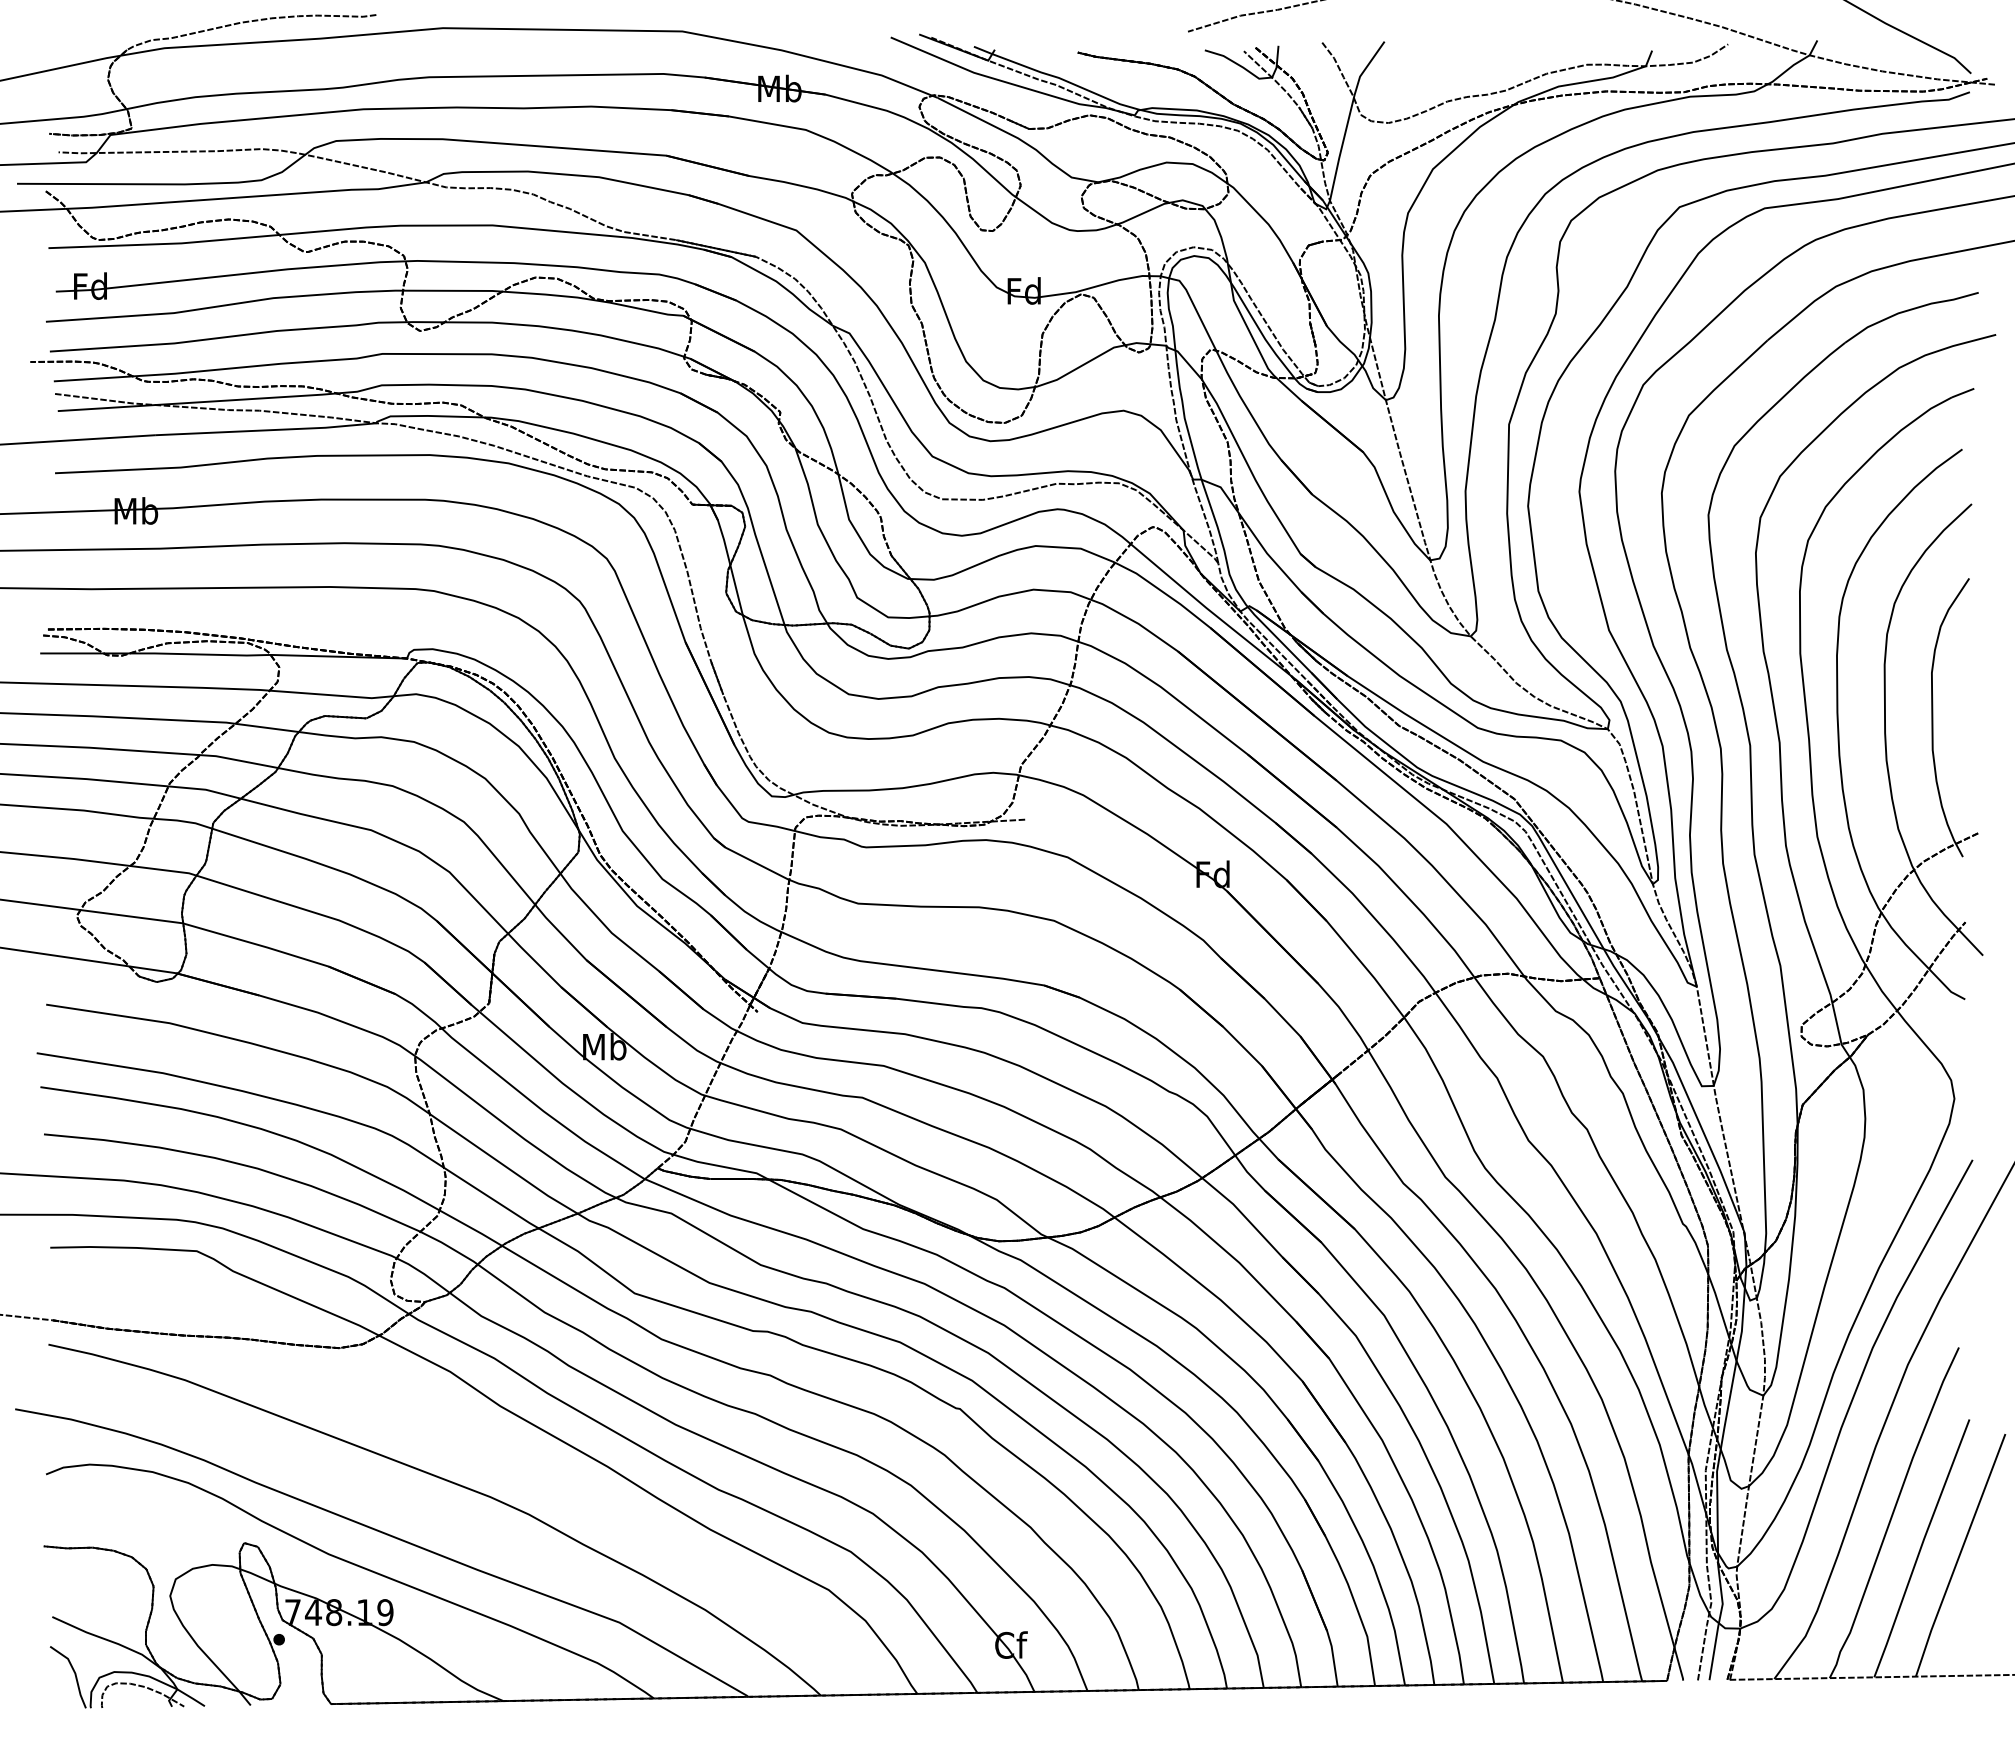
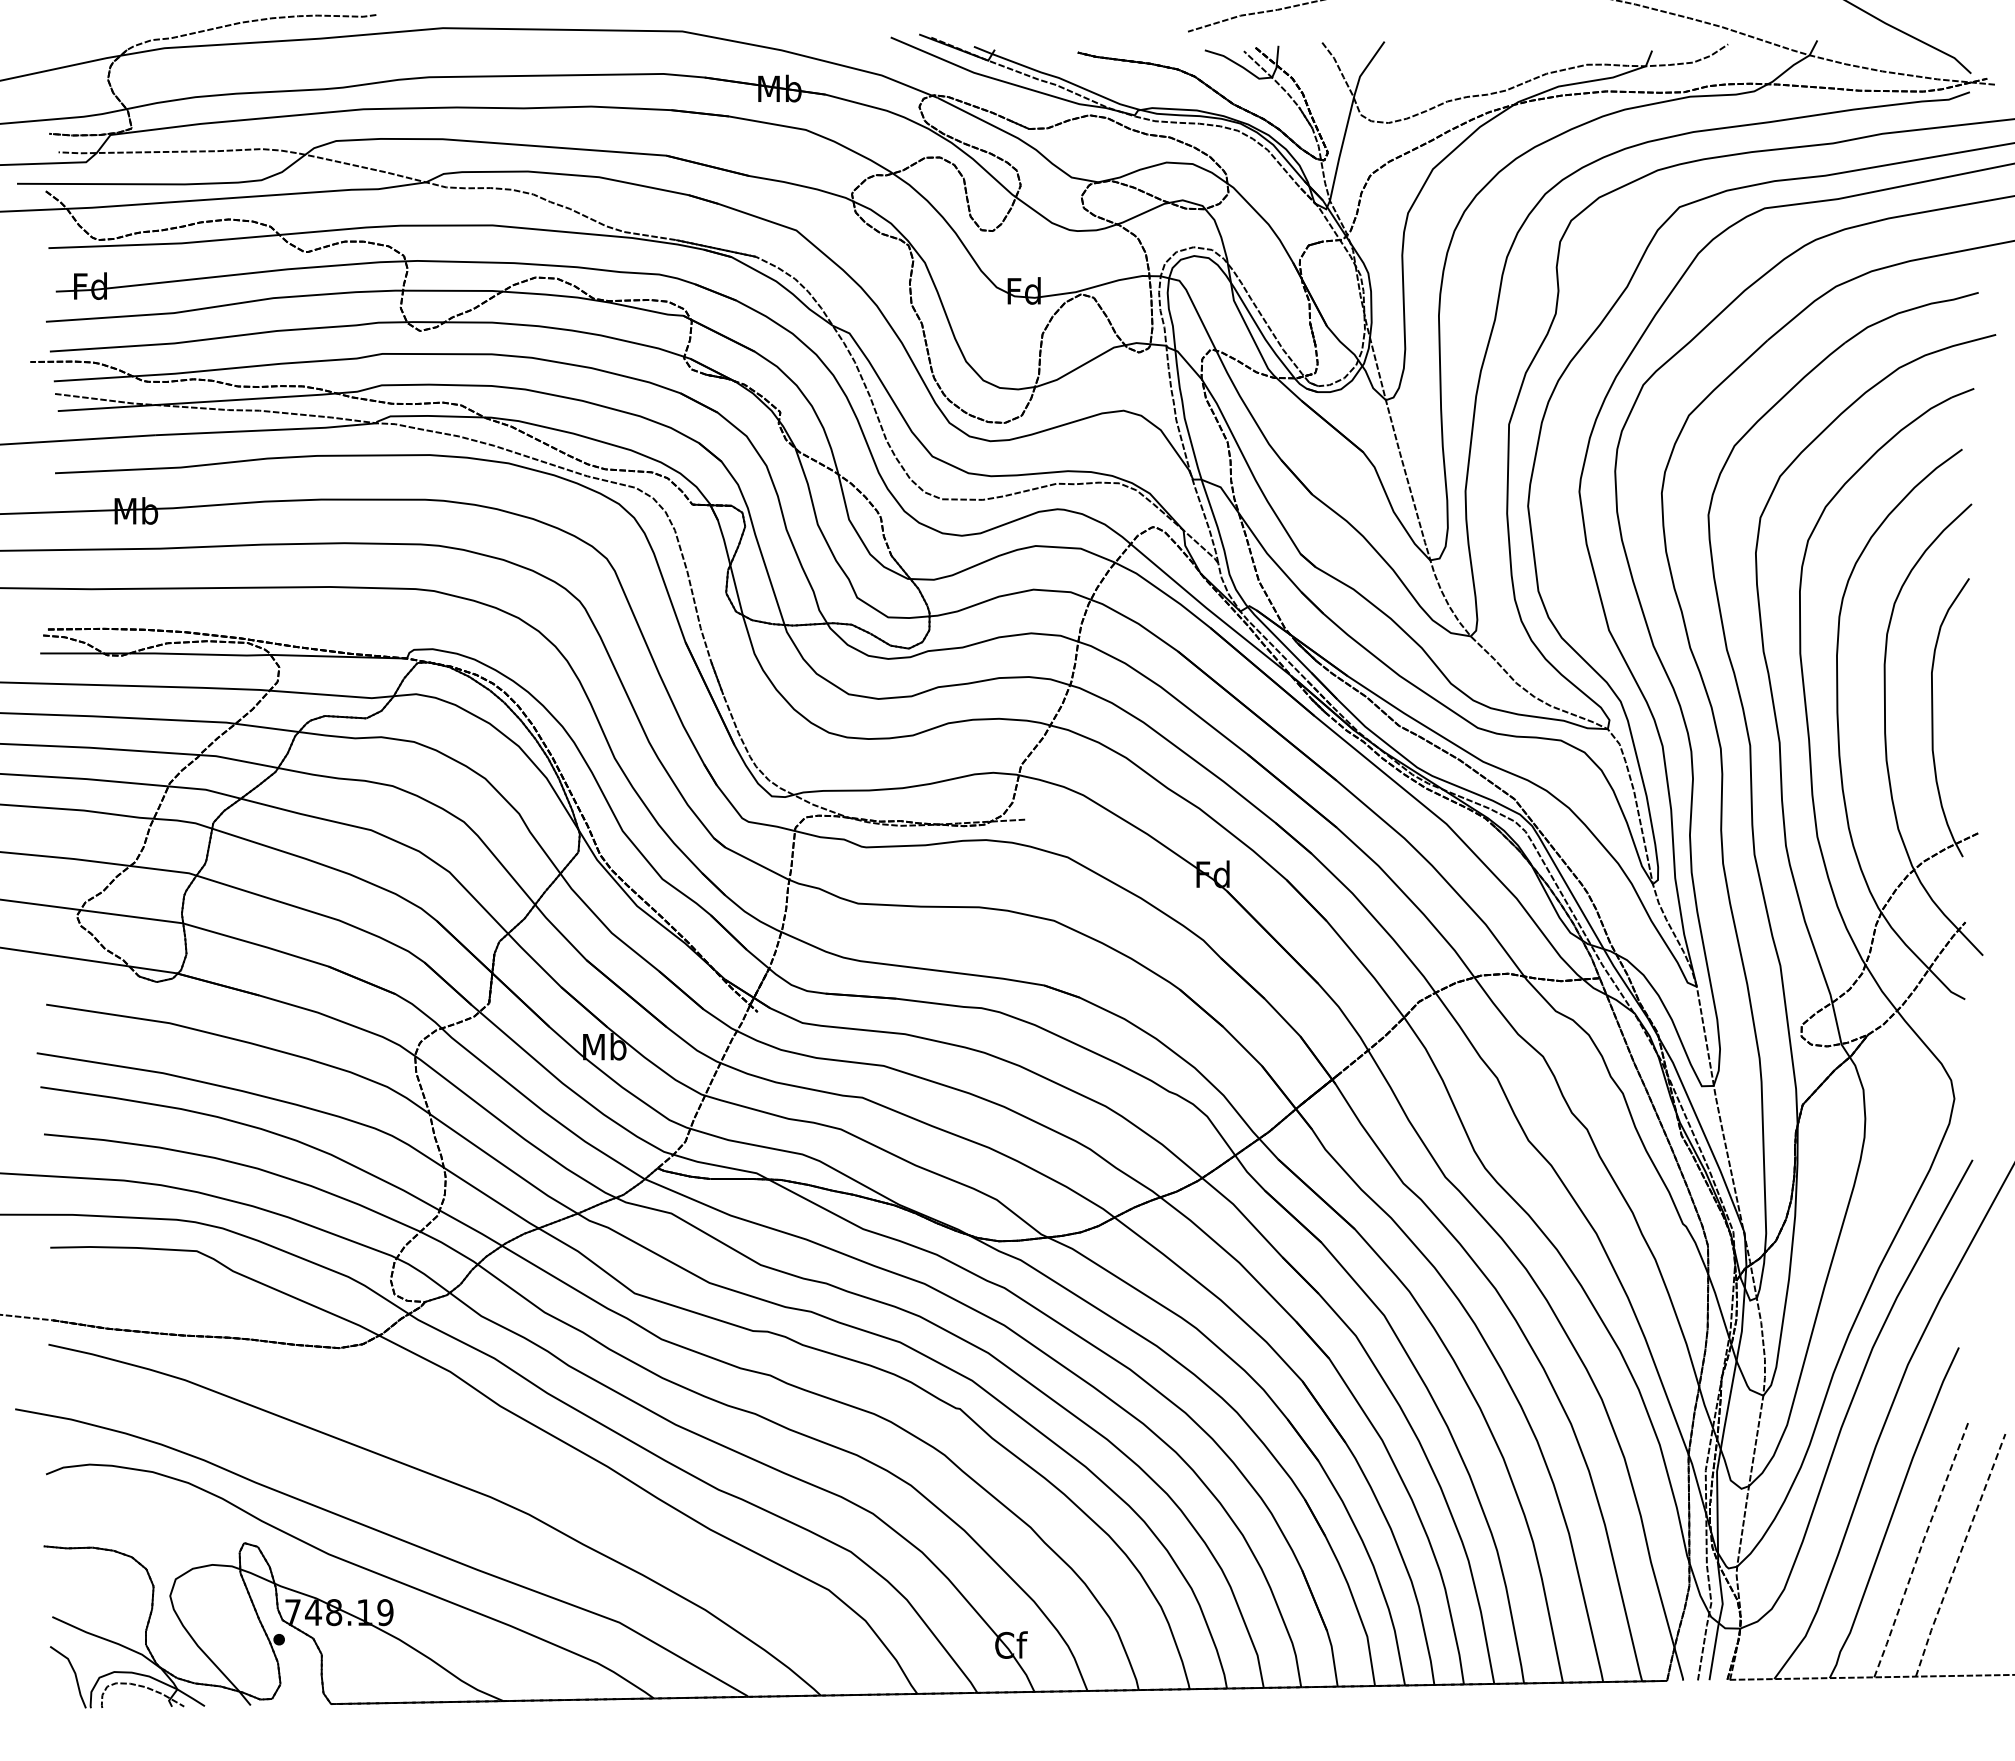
line at (1921, 1547): solid -> dashed
line at (1959, 1556): solid -> dashed
